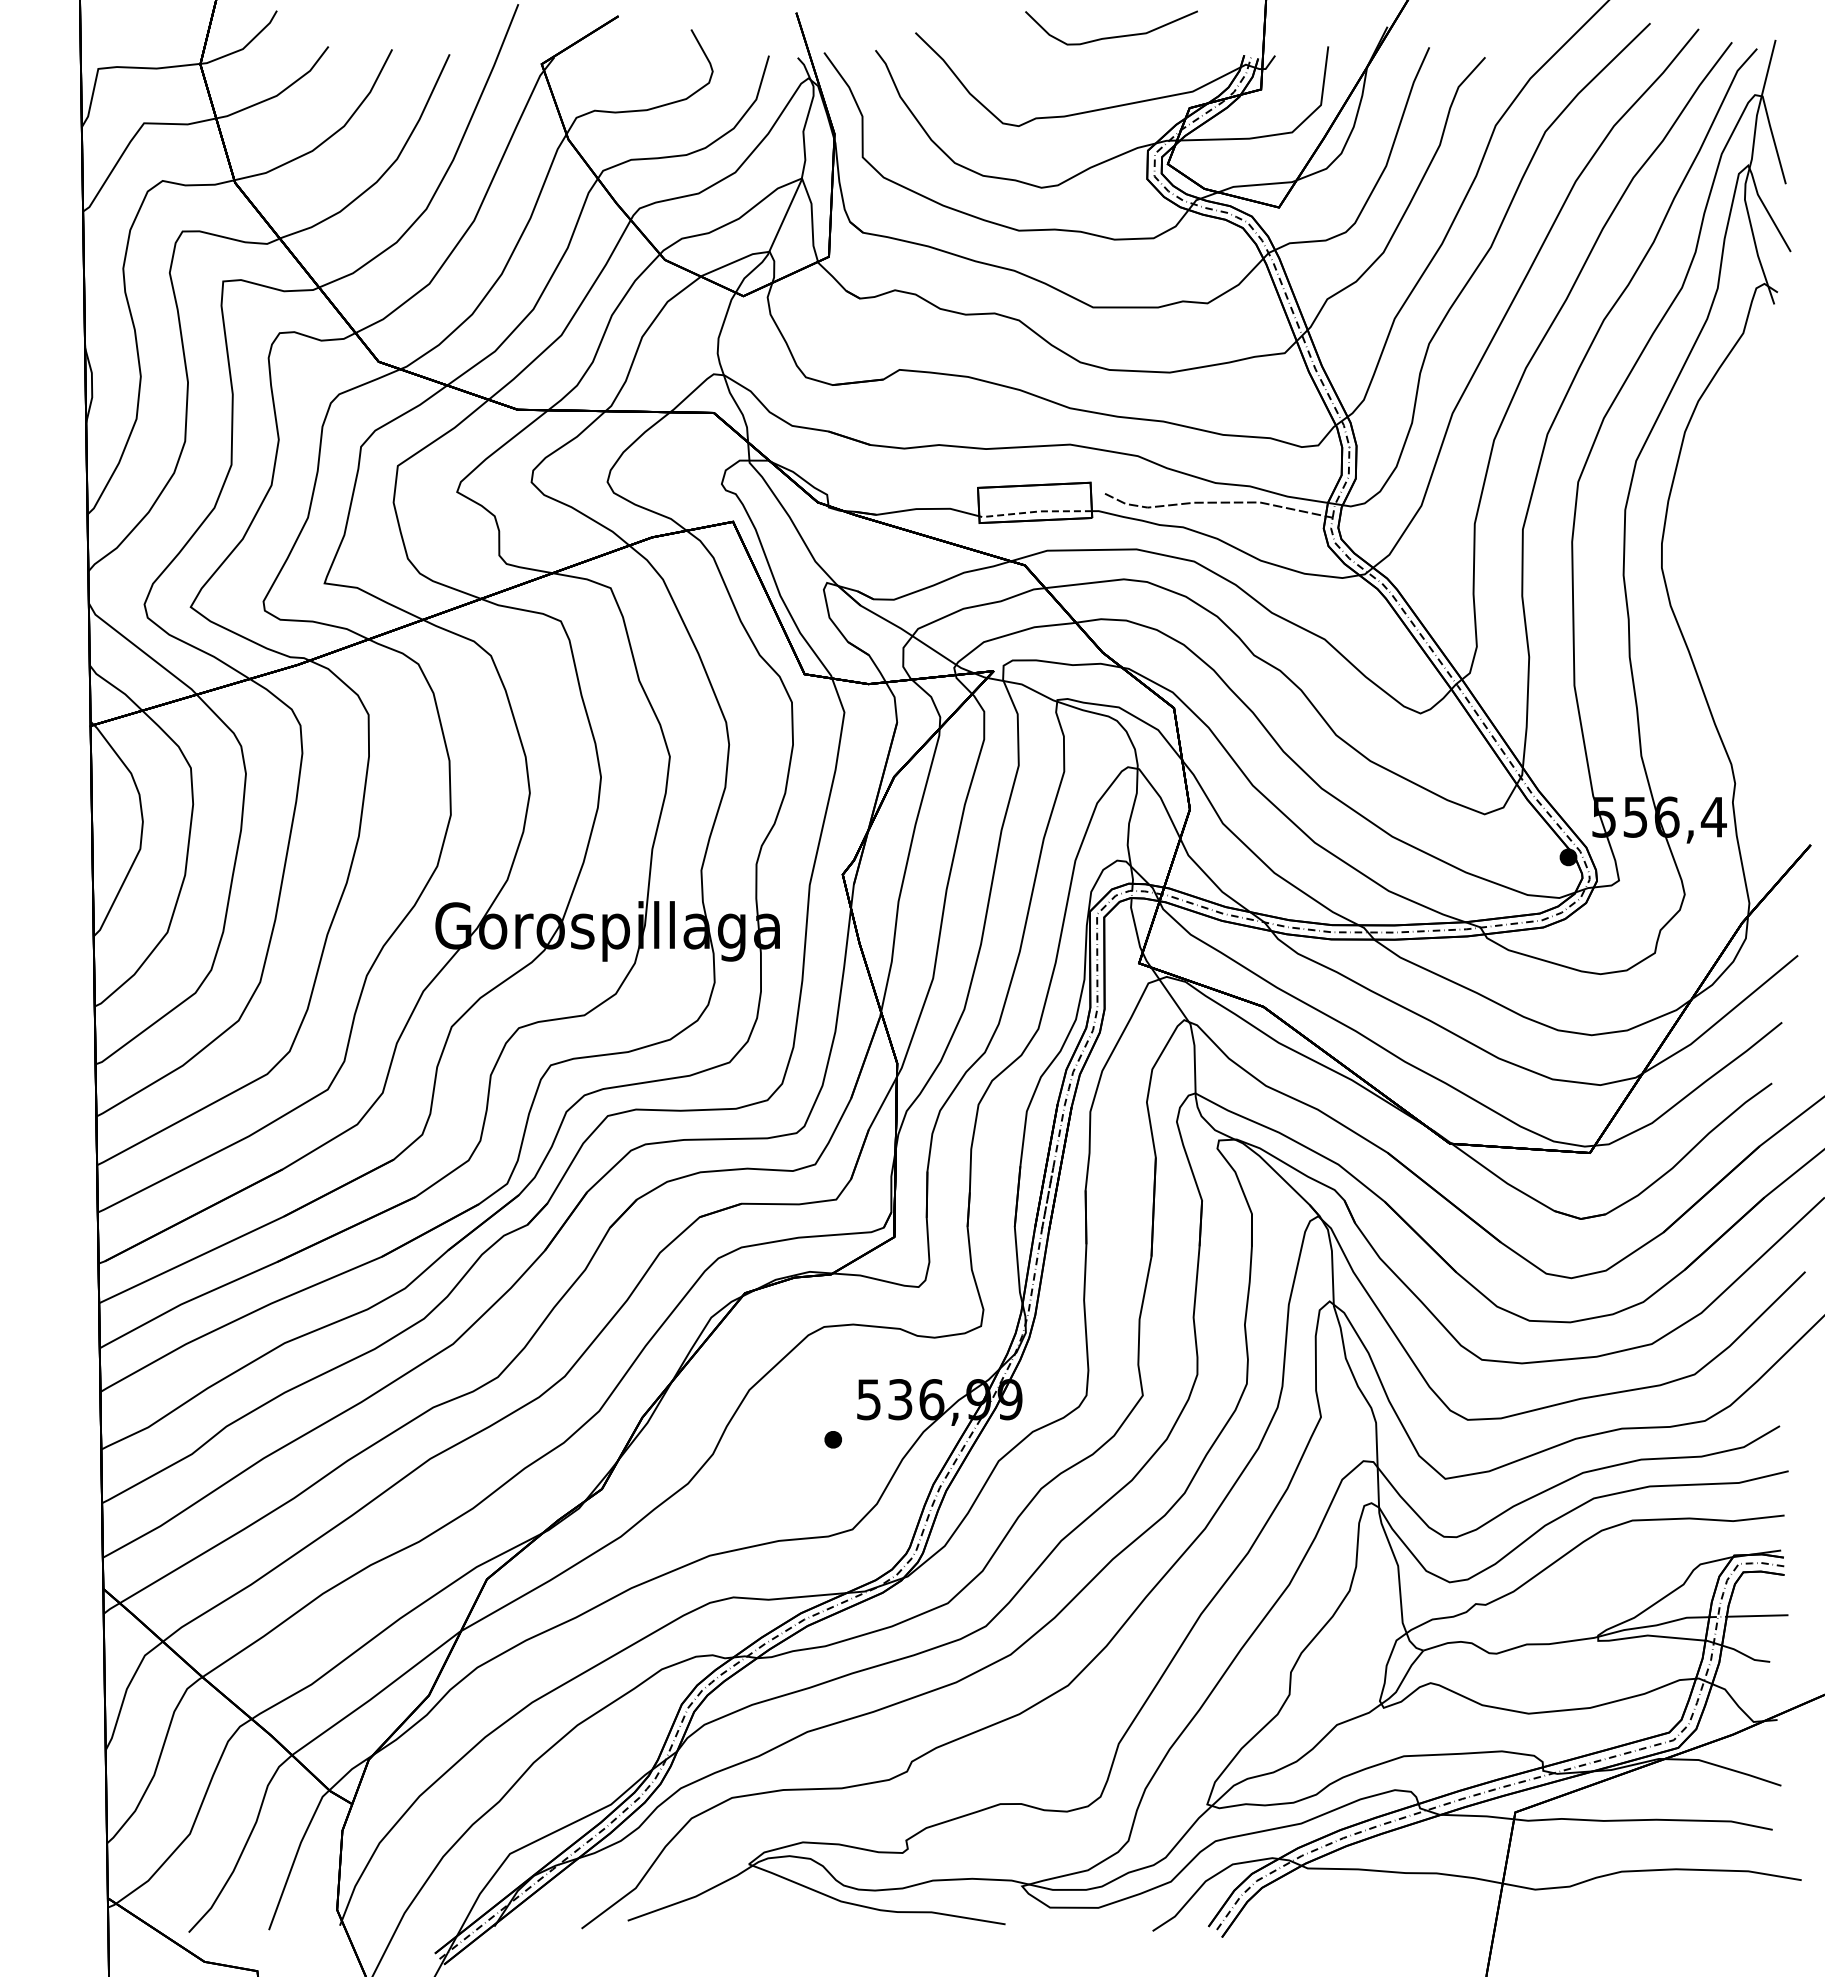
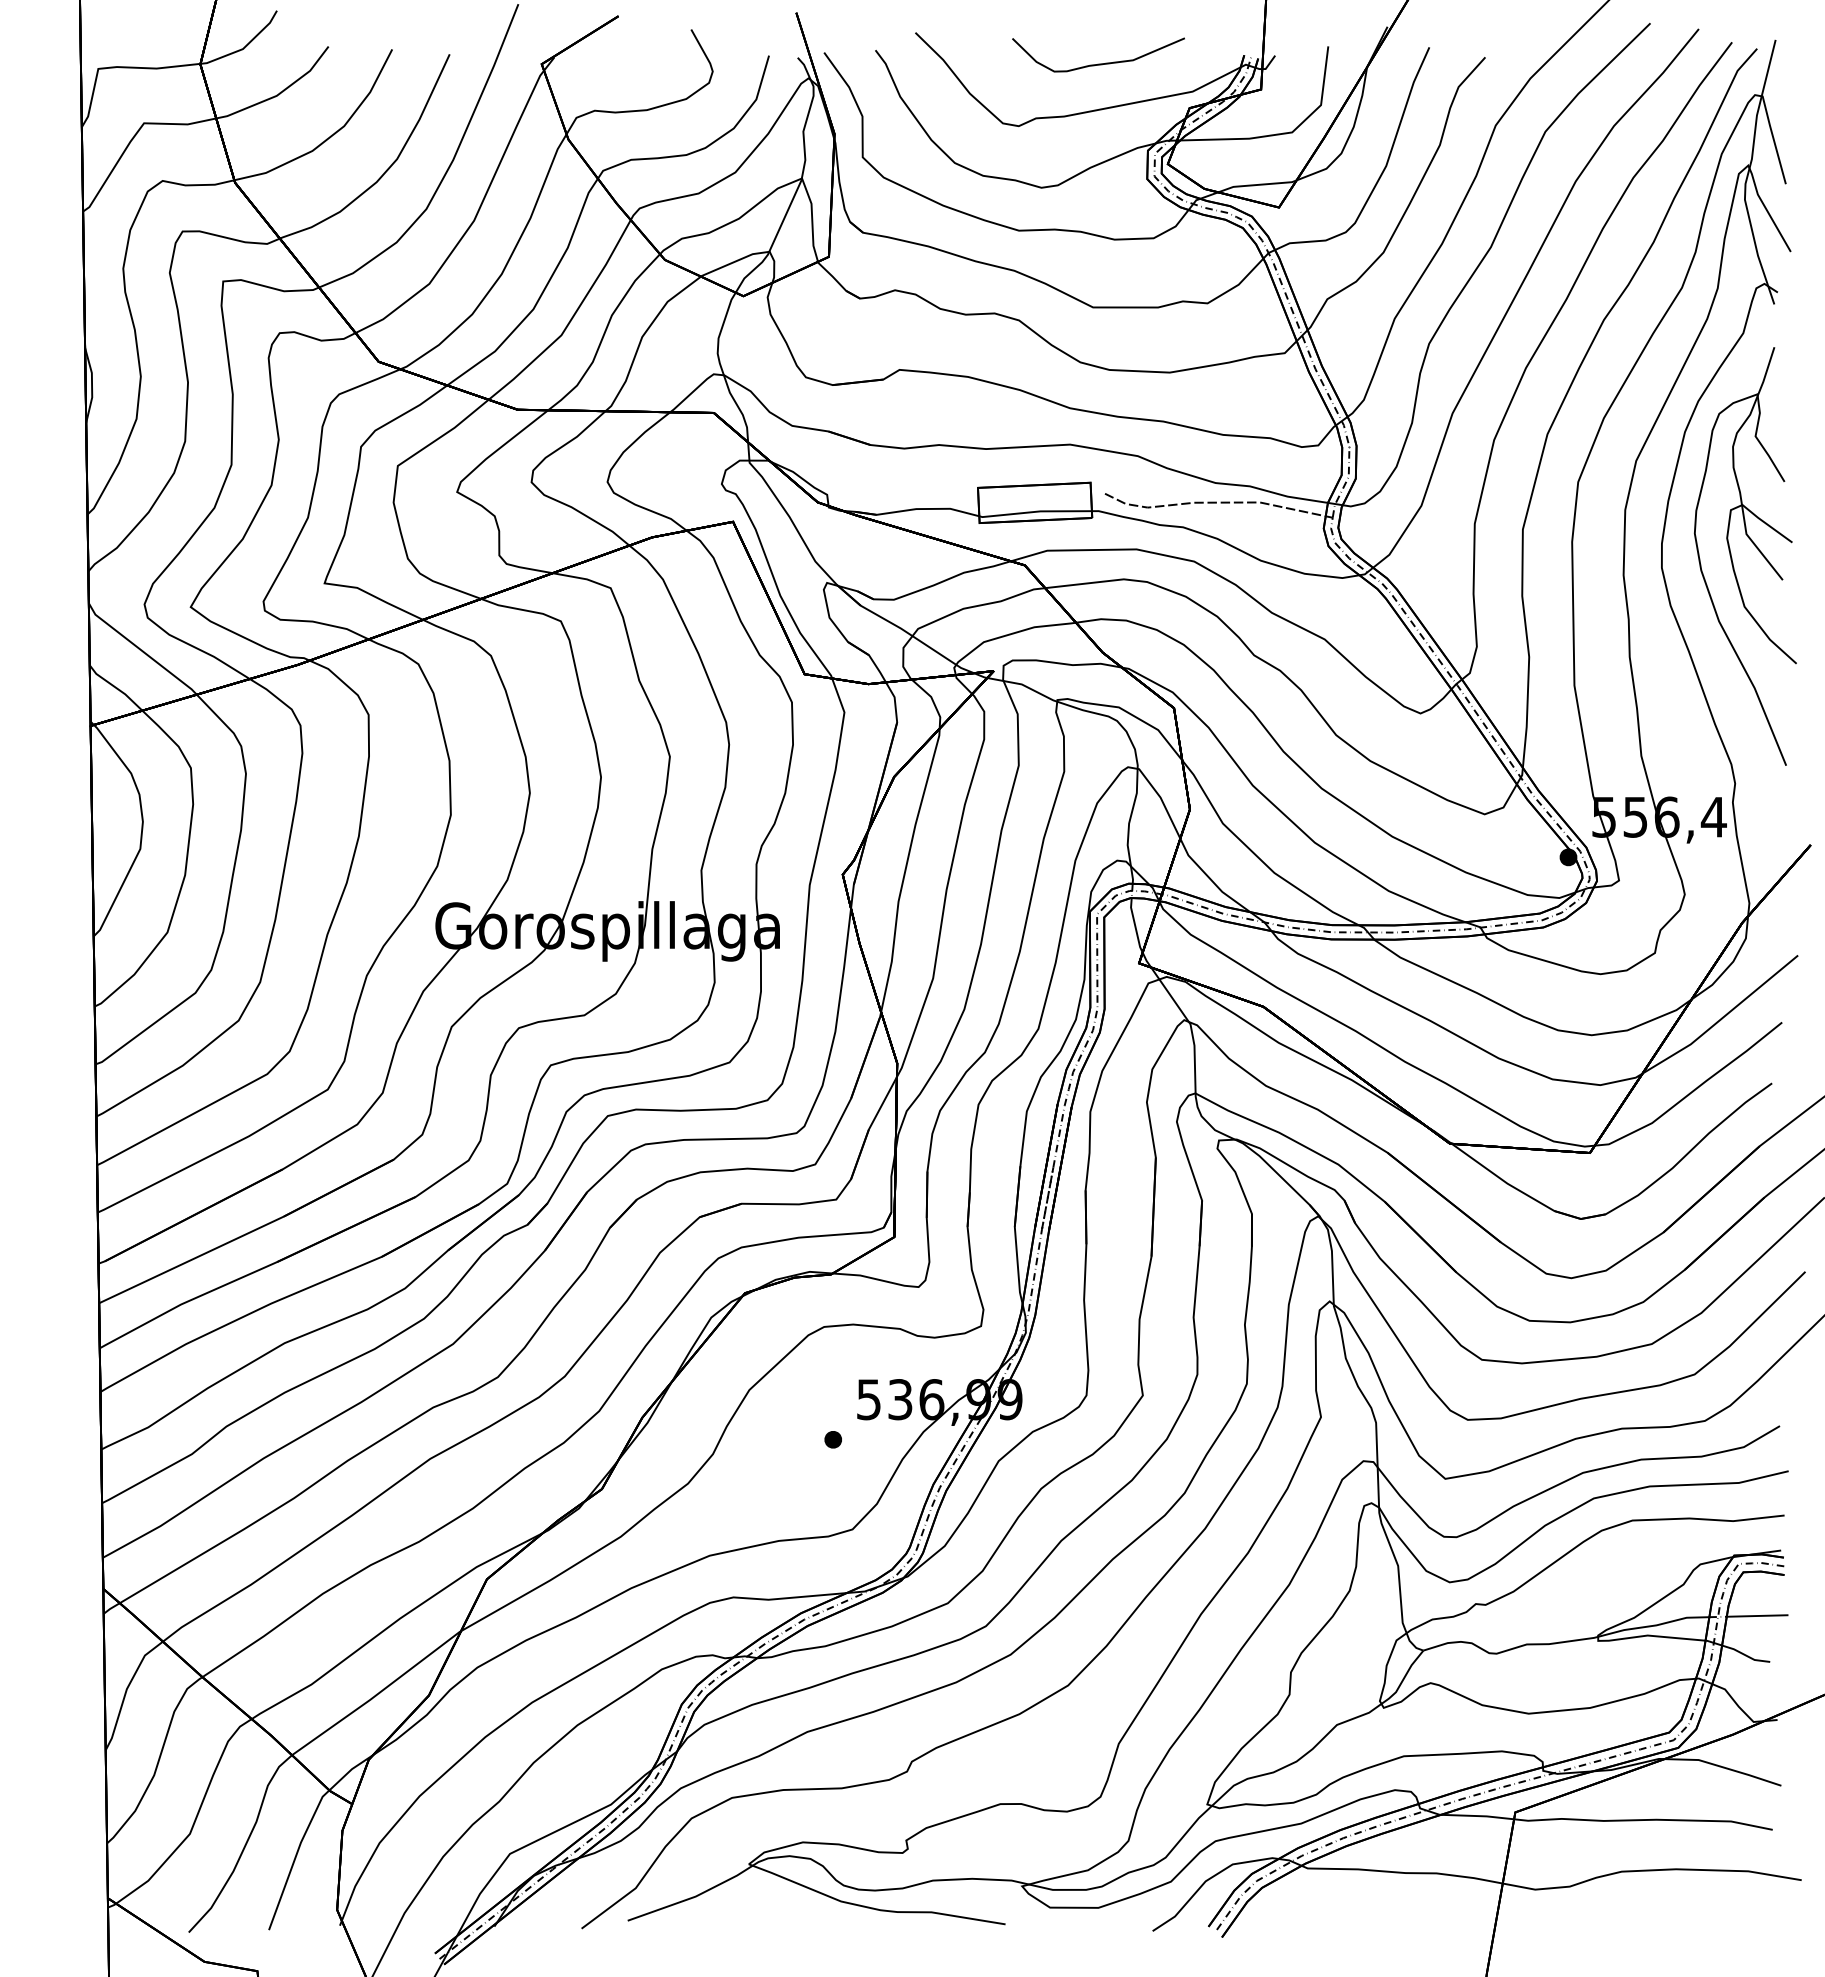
curve at (1111, 36) position: (1111, 36) -> (1098, 63)
line at (1034, 511): dashed -> solid
part at (1732, 557): none -> present
